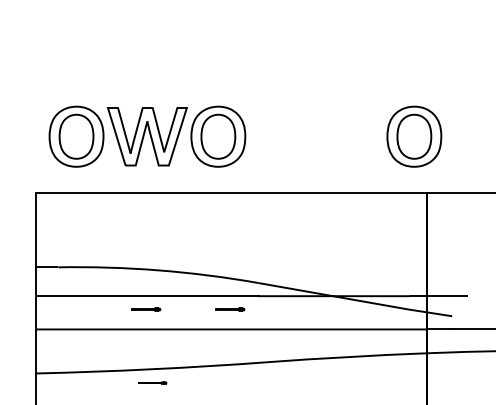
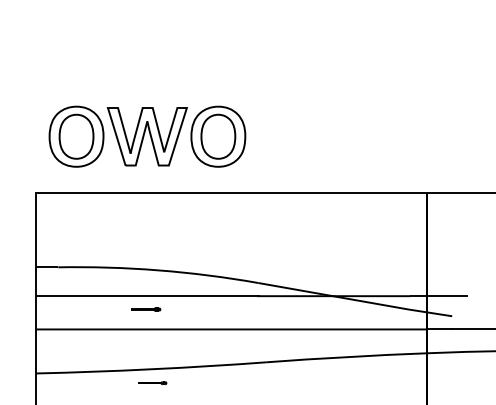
part at (414, 136): present -> none
line at (230, 309): present -> none
